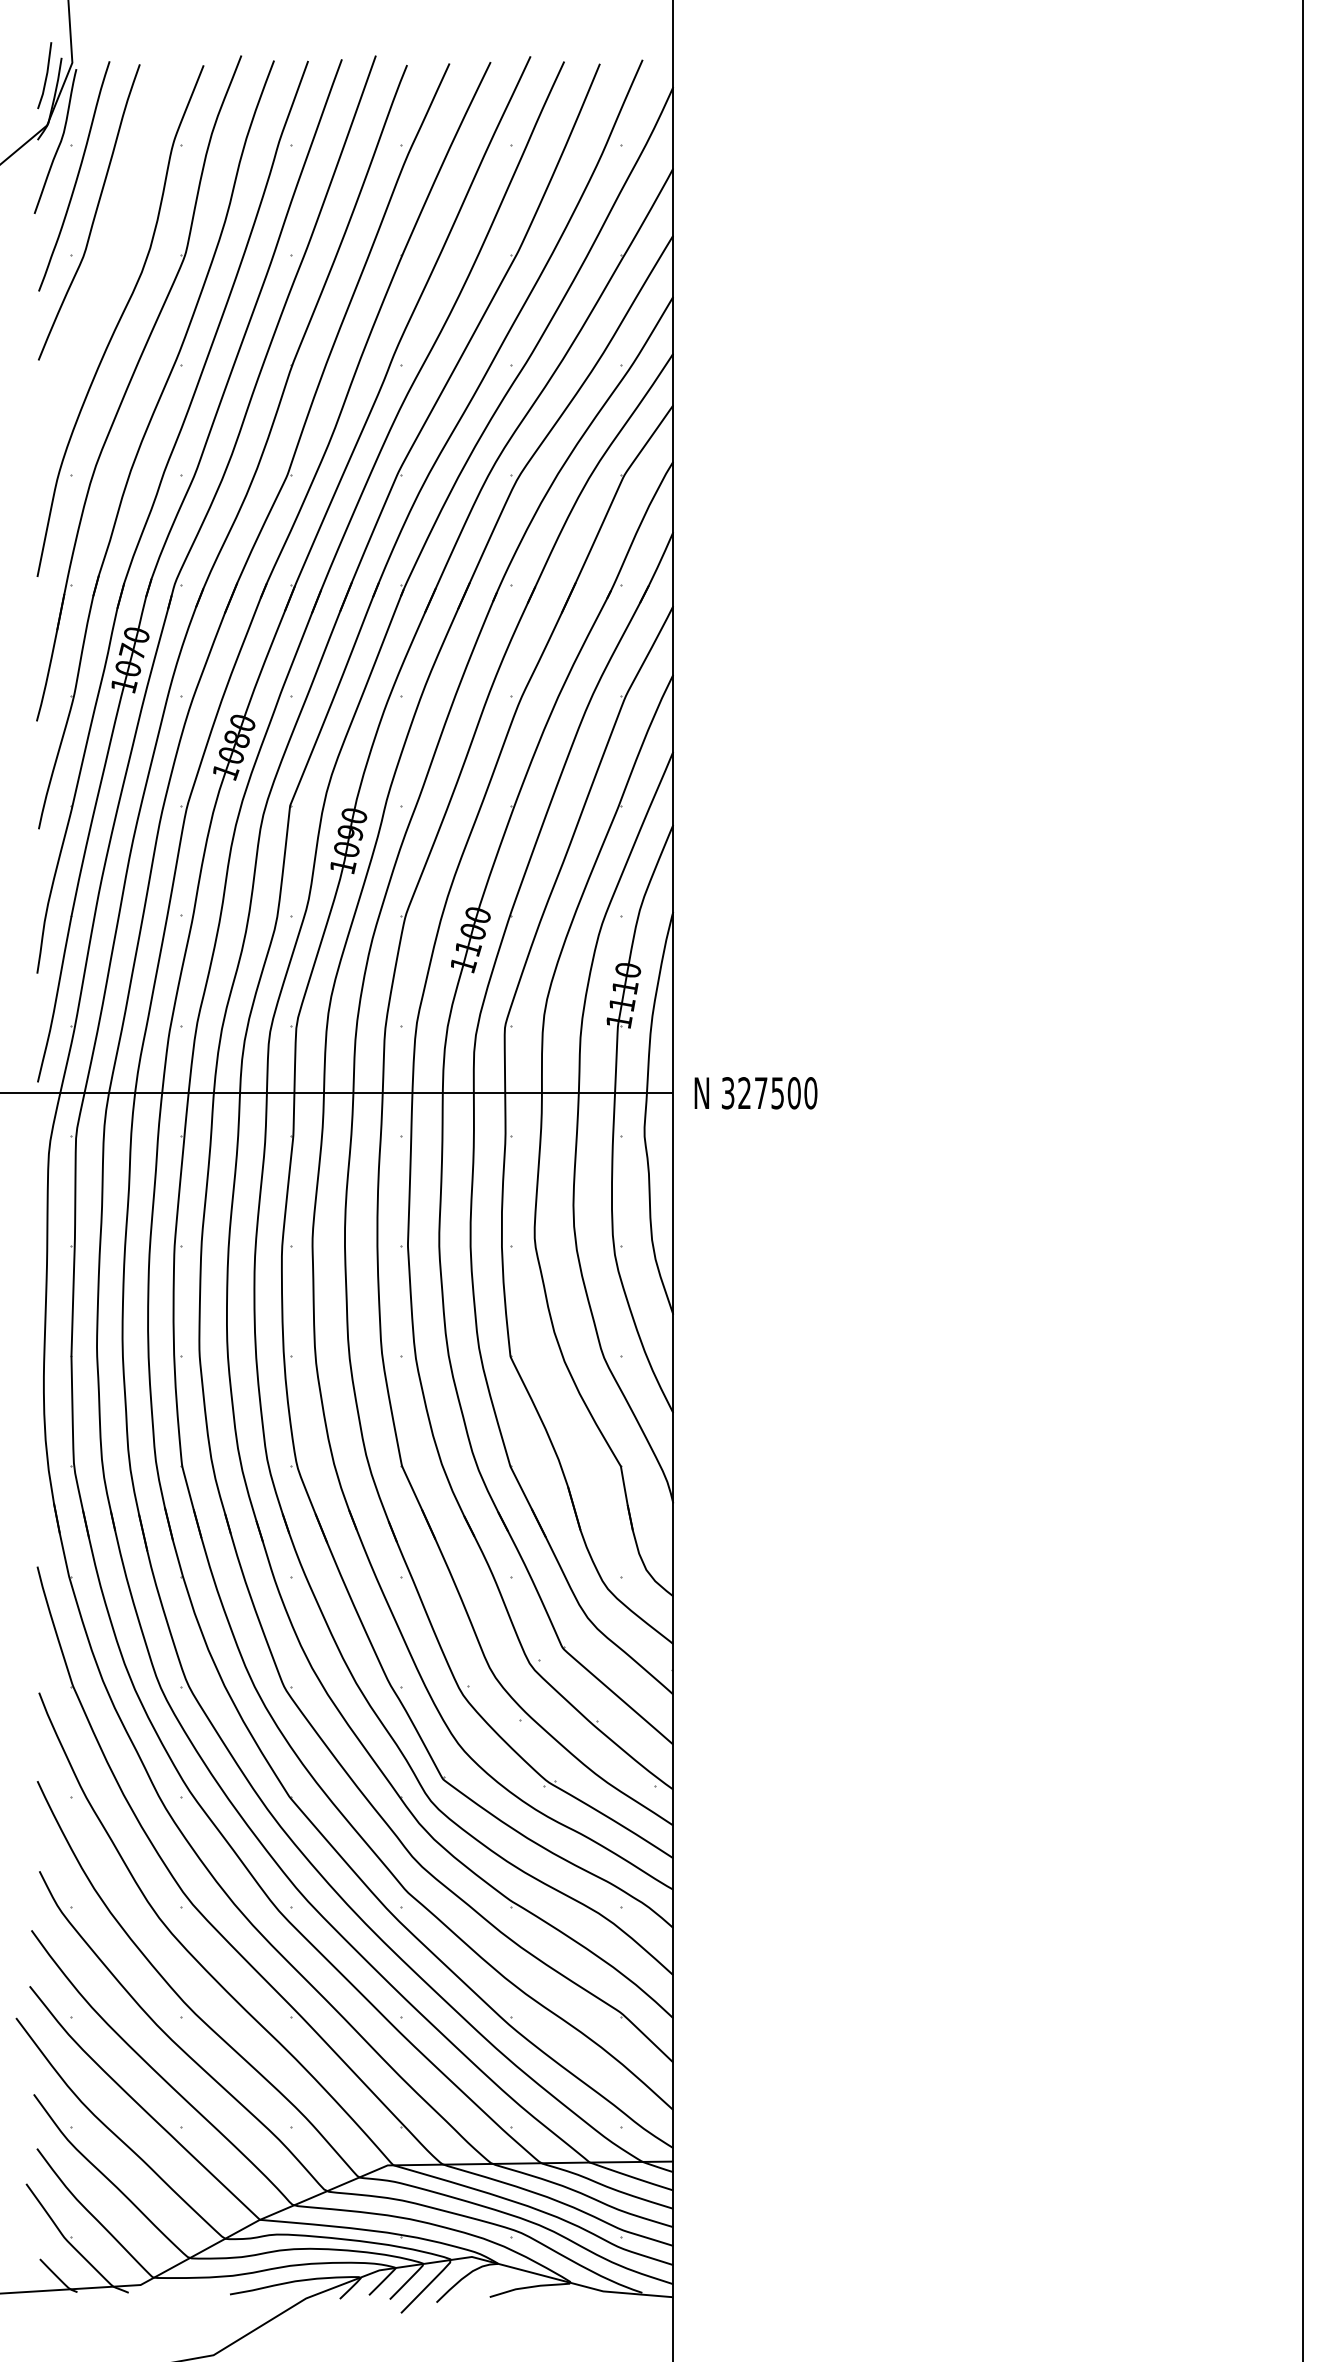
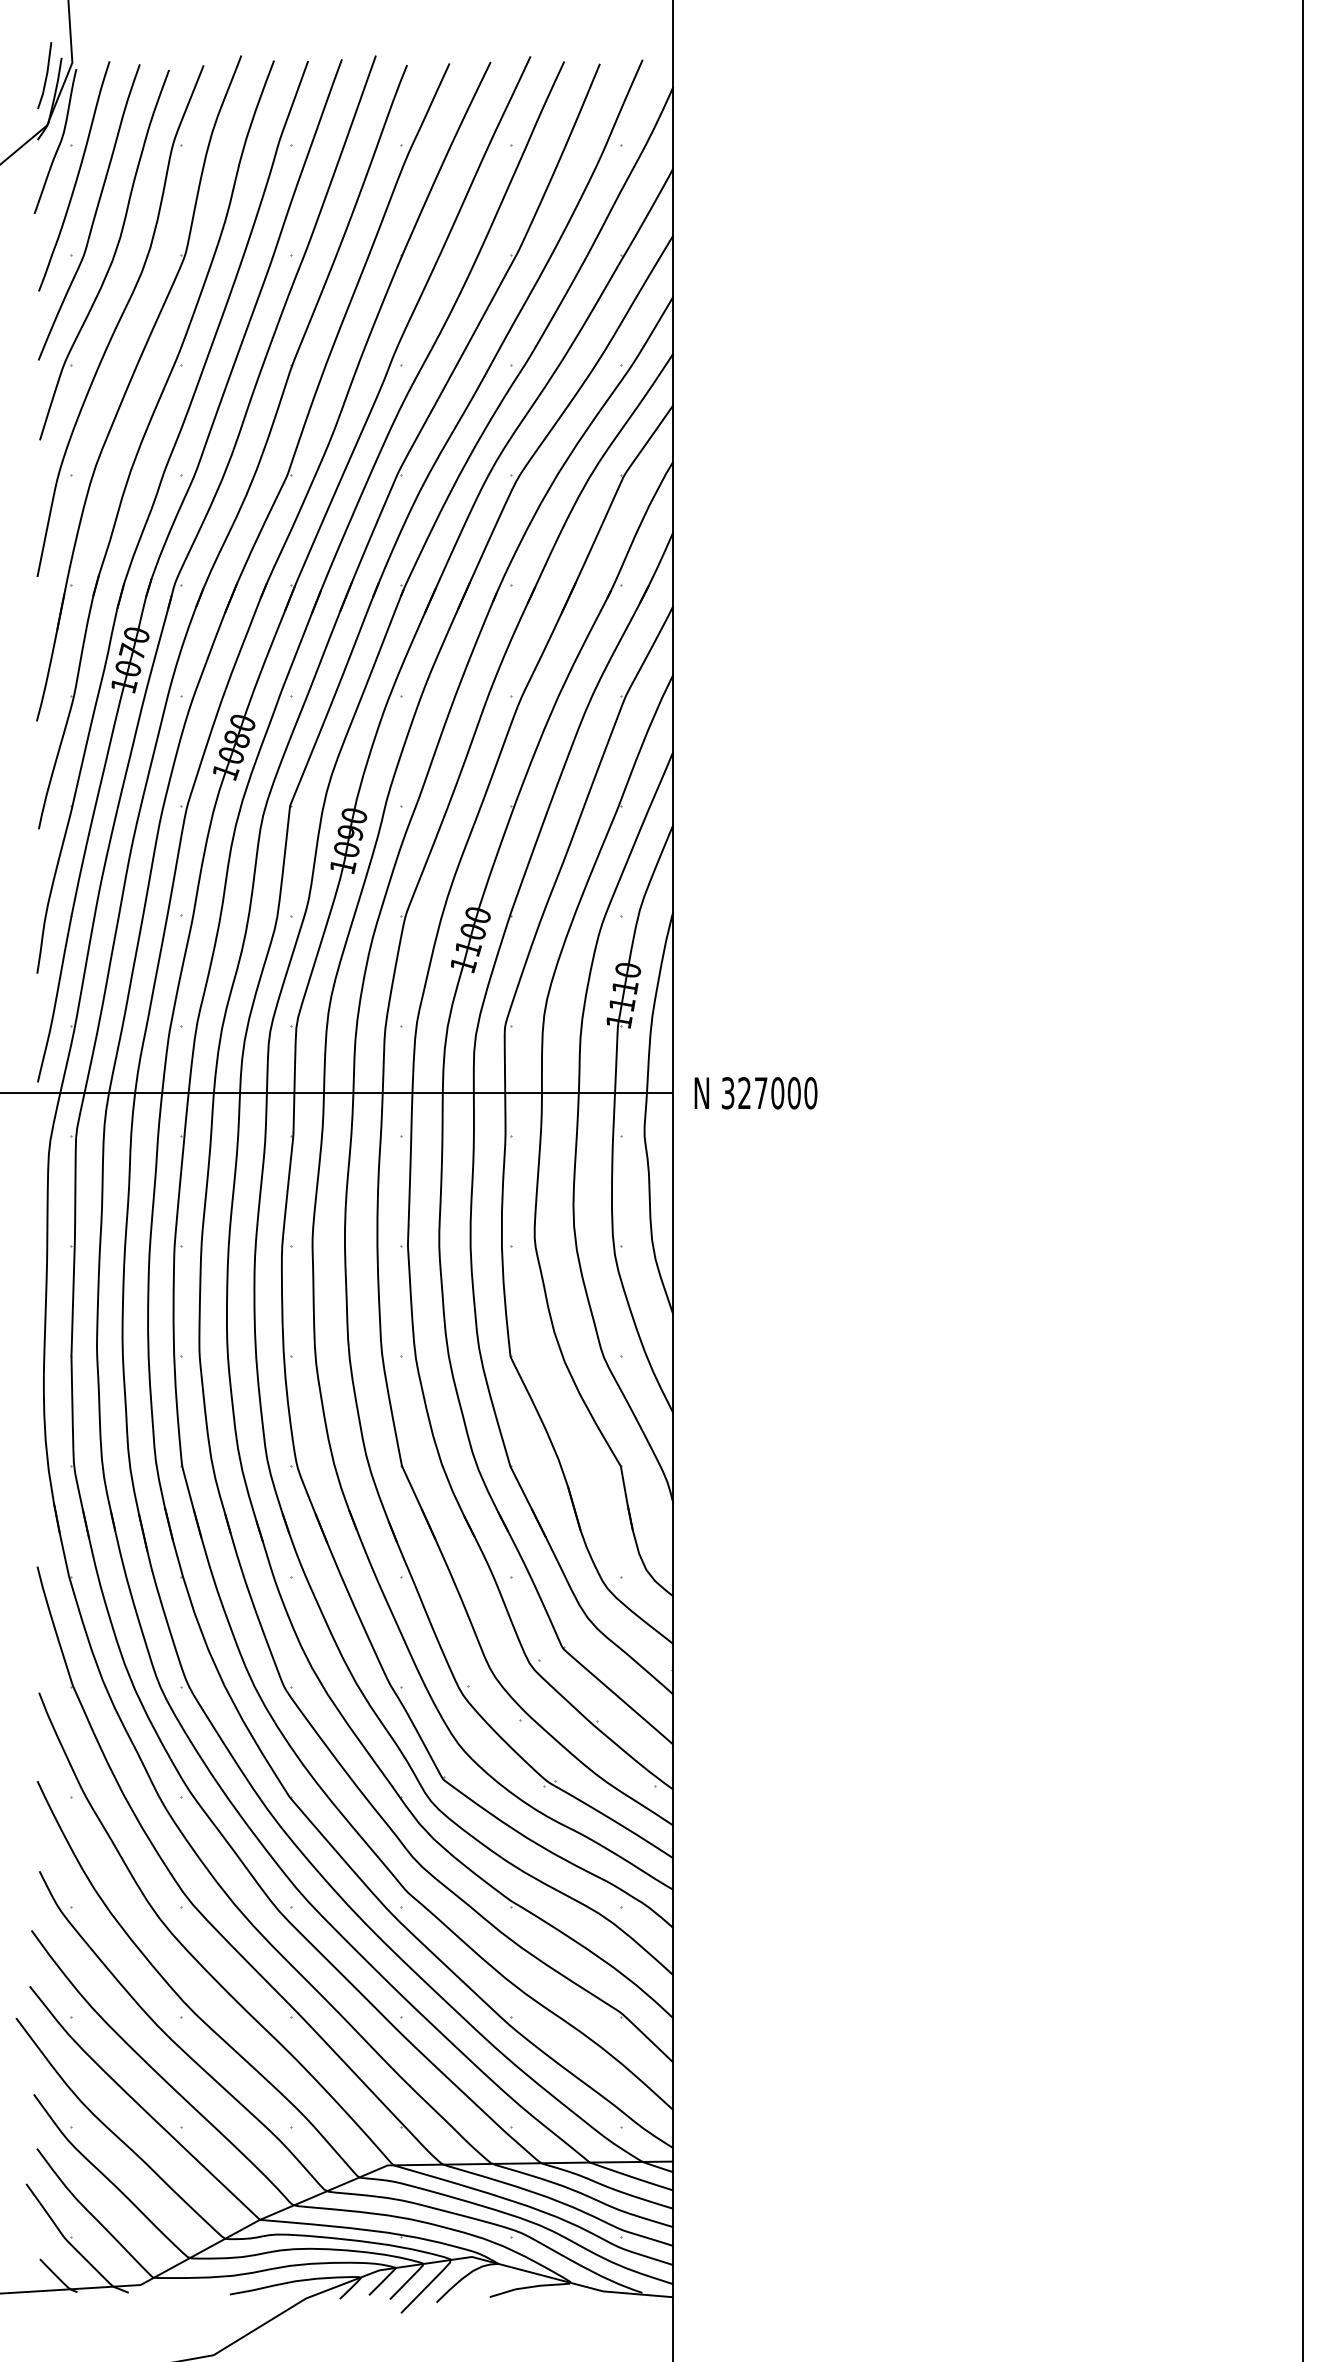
part at (112, 257): none -> present
text at (777, 1093): 327500 -> 327000
